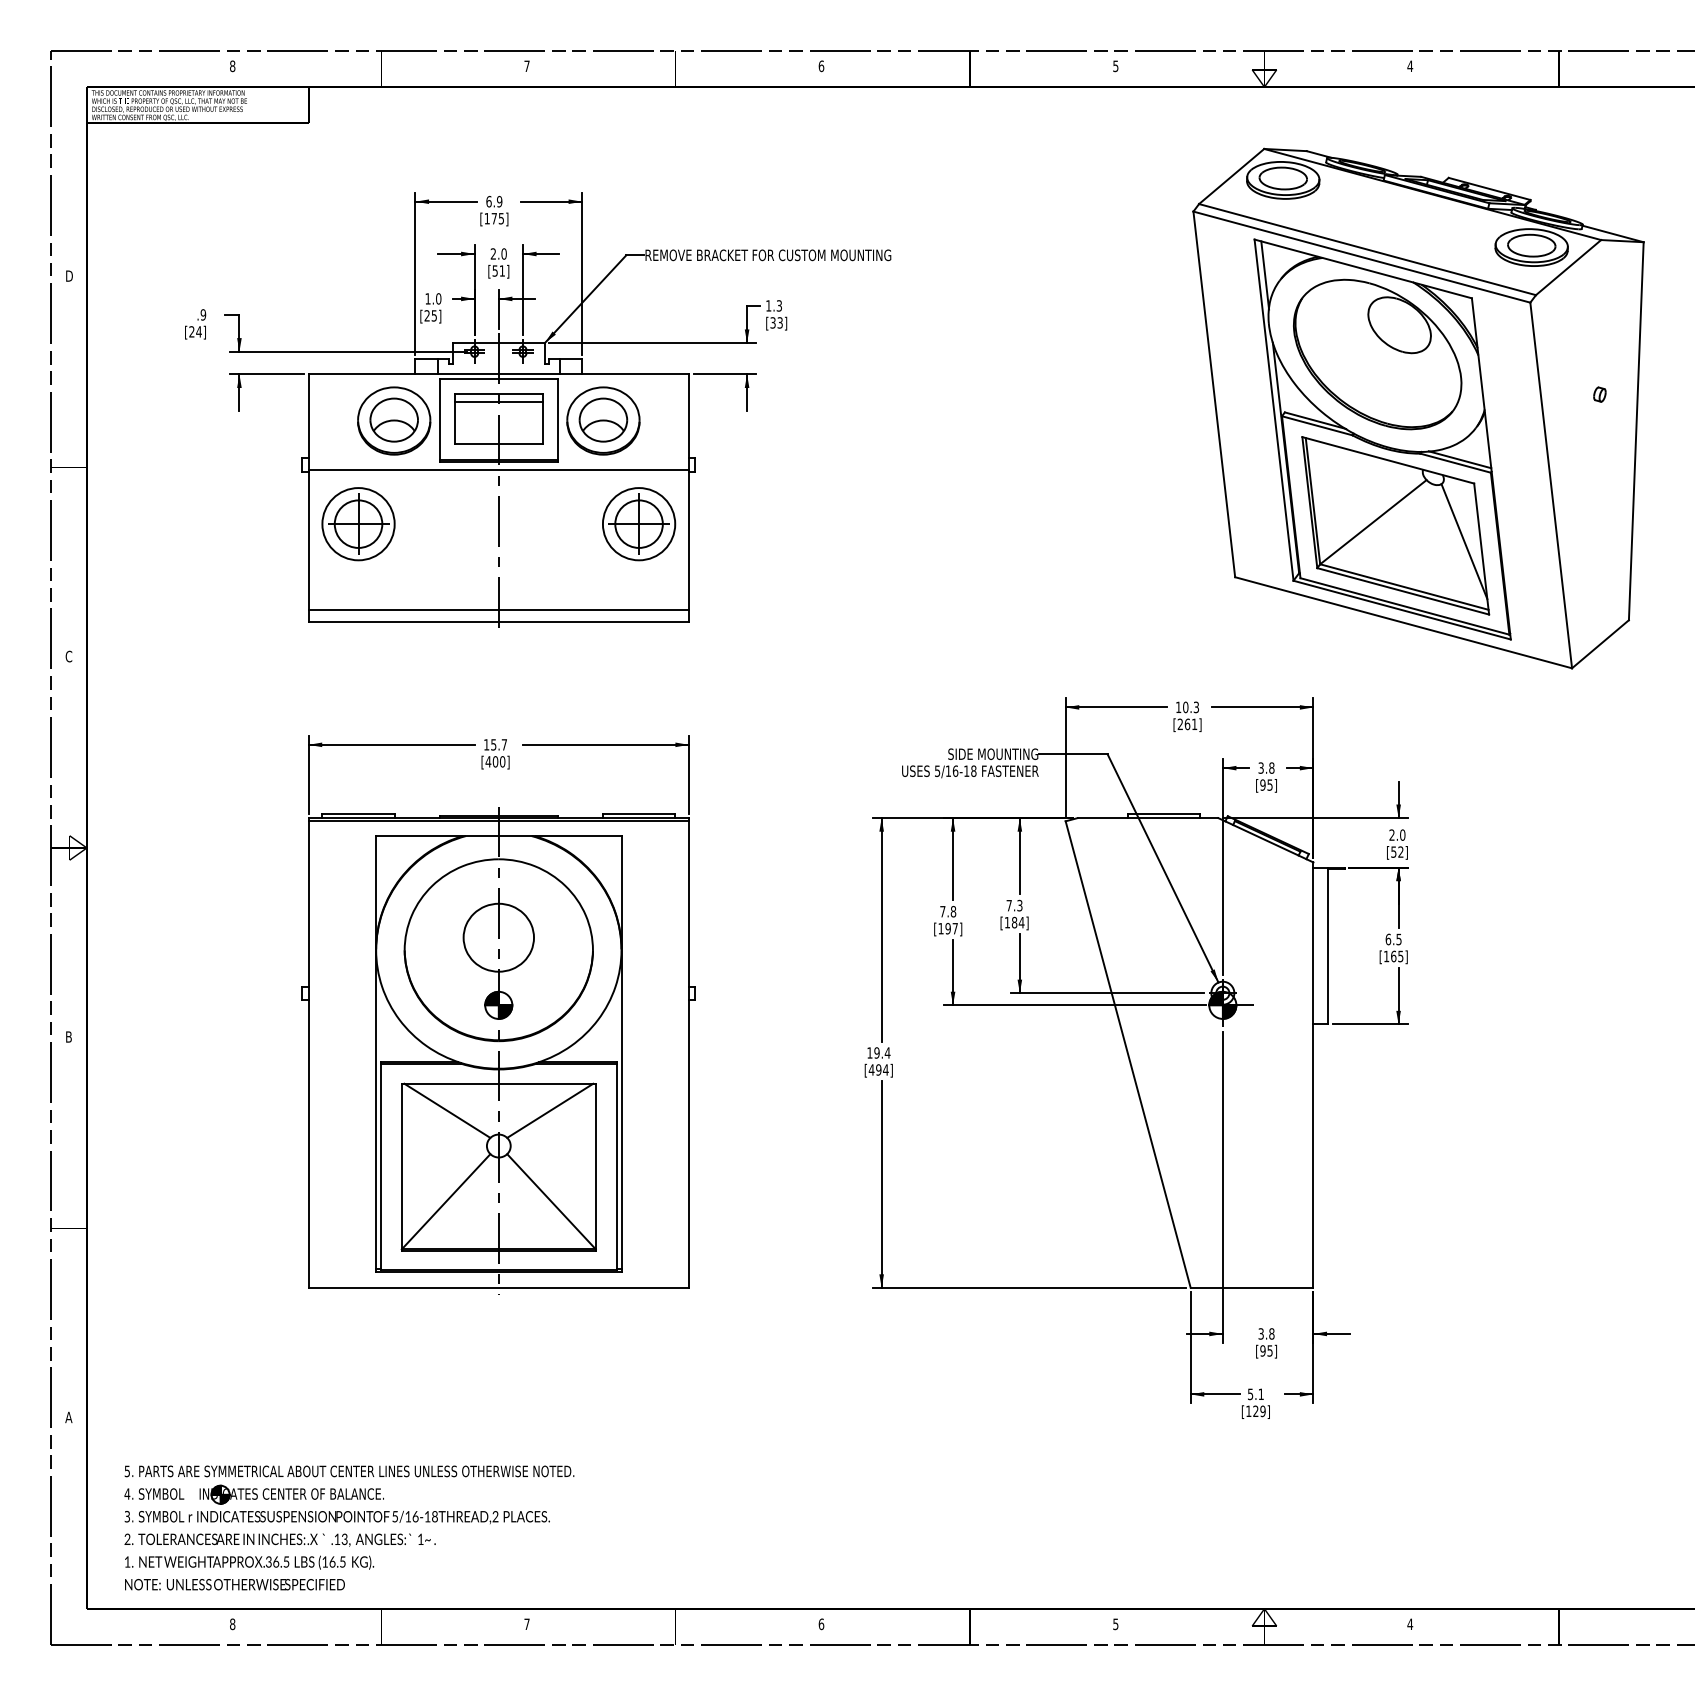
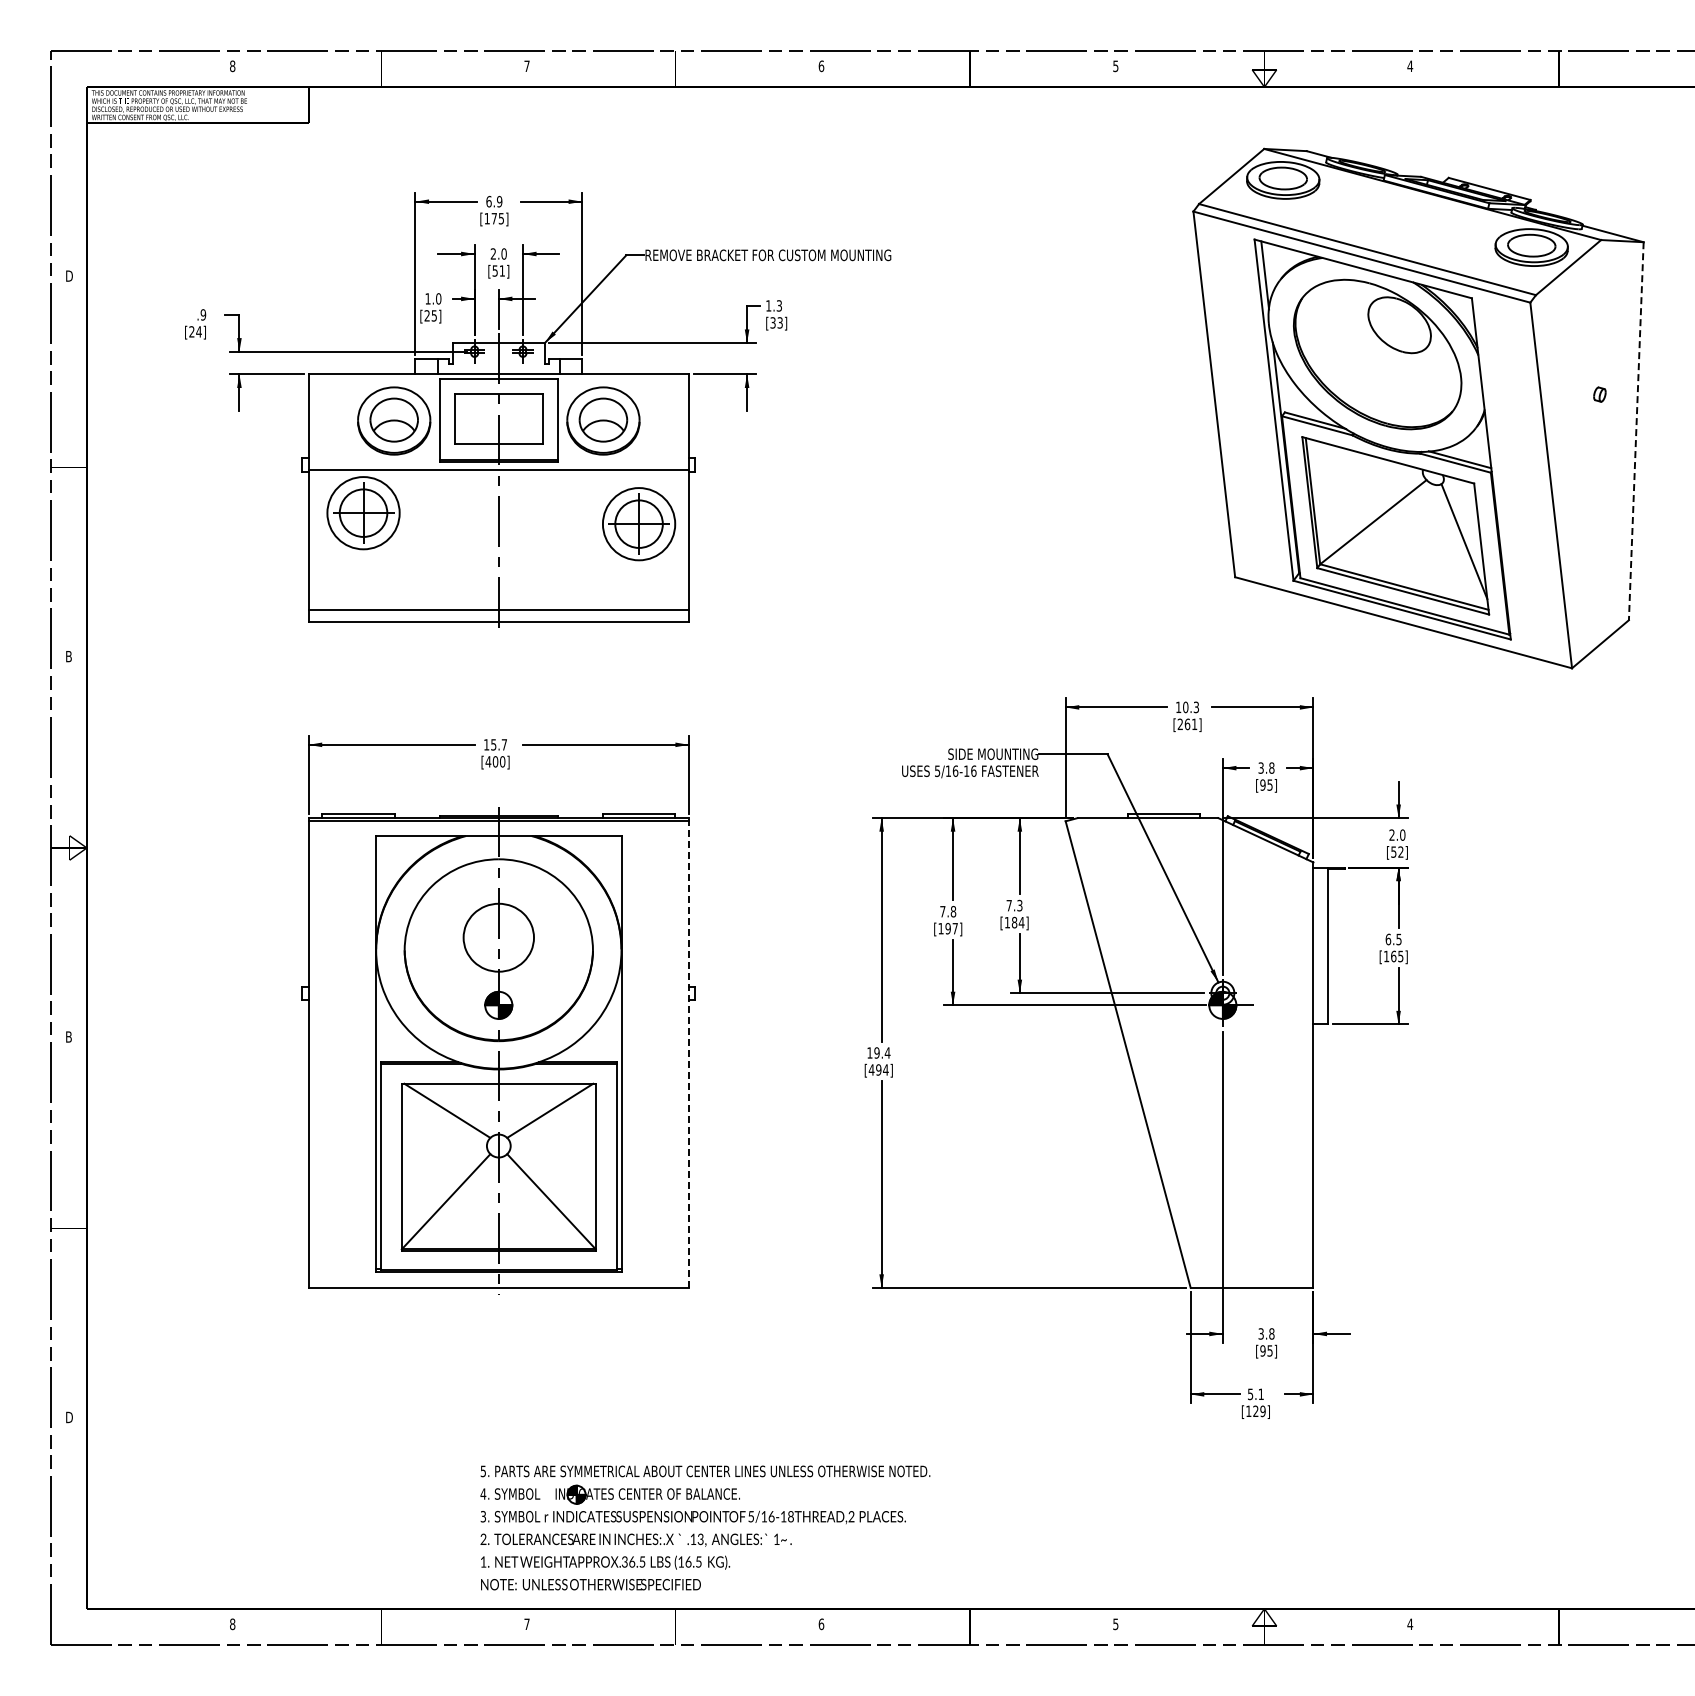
line at (498, 401): present -> none
line at (1636, 431): solid -> dashed
part at (358, 524) position: (358, 524) -> (363, 513)
text at (68, 656): C -> B
text at (973, 770): 5/16-18 -> 5/16-16
line at (689, 1053): solid -> dashed
text at (68, 1417): A -> D
part at (349, 1527) position: (349, 1527) -> (705, 1527)
